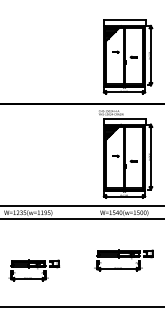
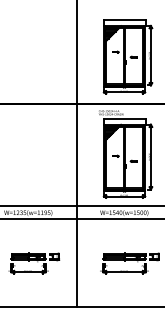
line at (76, 154): none -> present
part at (123, 260) position: (123, 260) -> (129, 263)
part at (34, 270) position: (34, 270) -> (34, 263)
